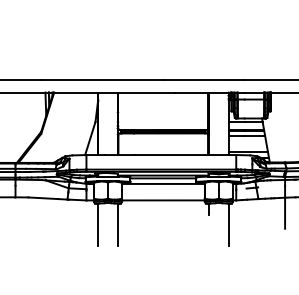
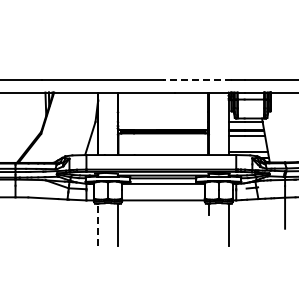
line at (196, 80): solid -> dashed
line at (98, 224): solid -> dashed
